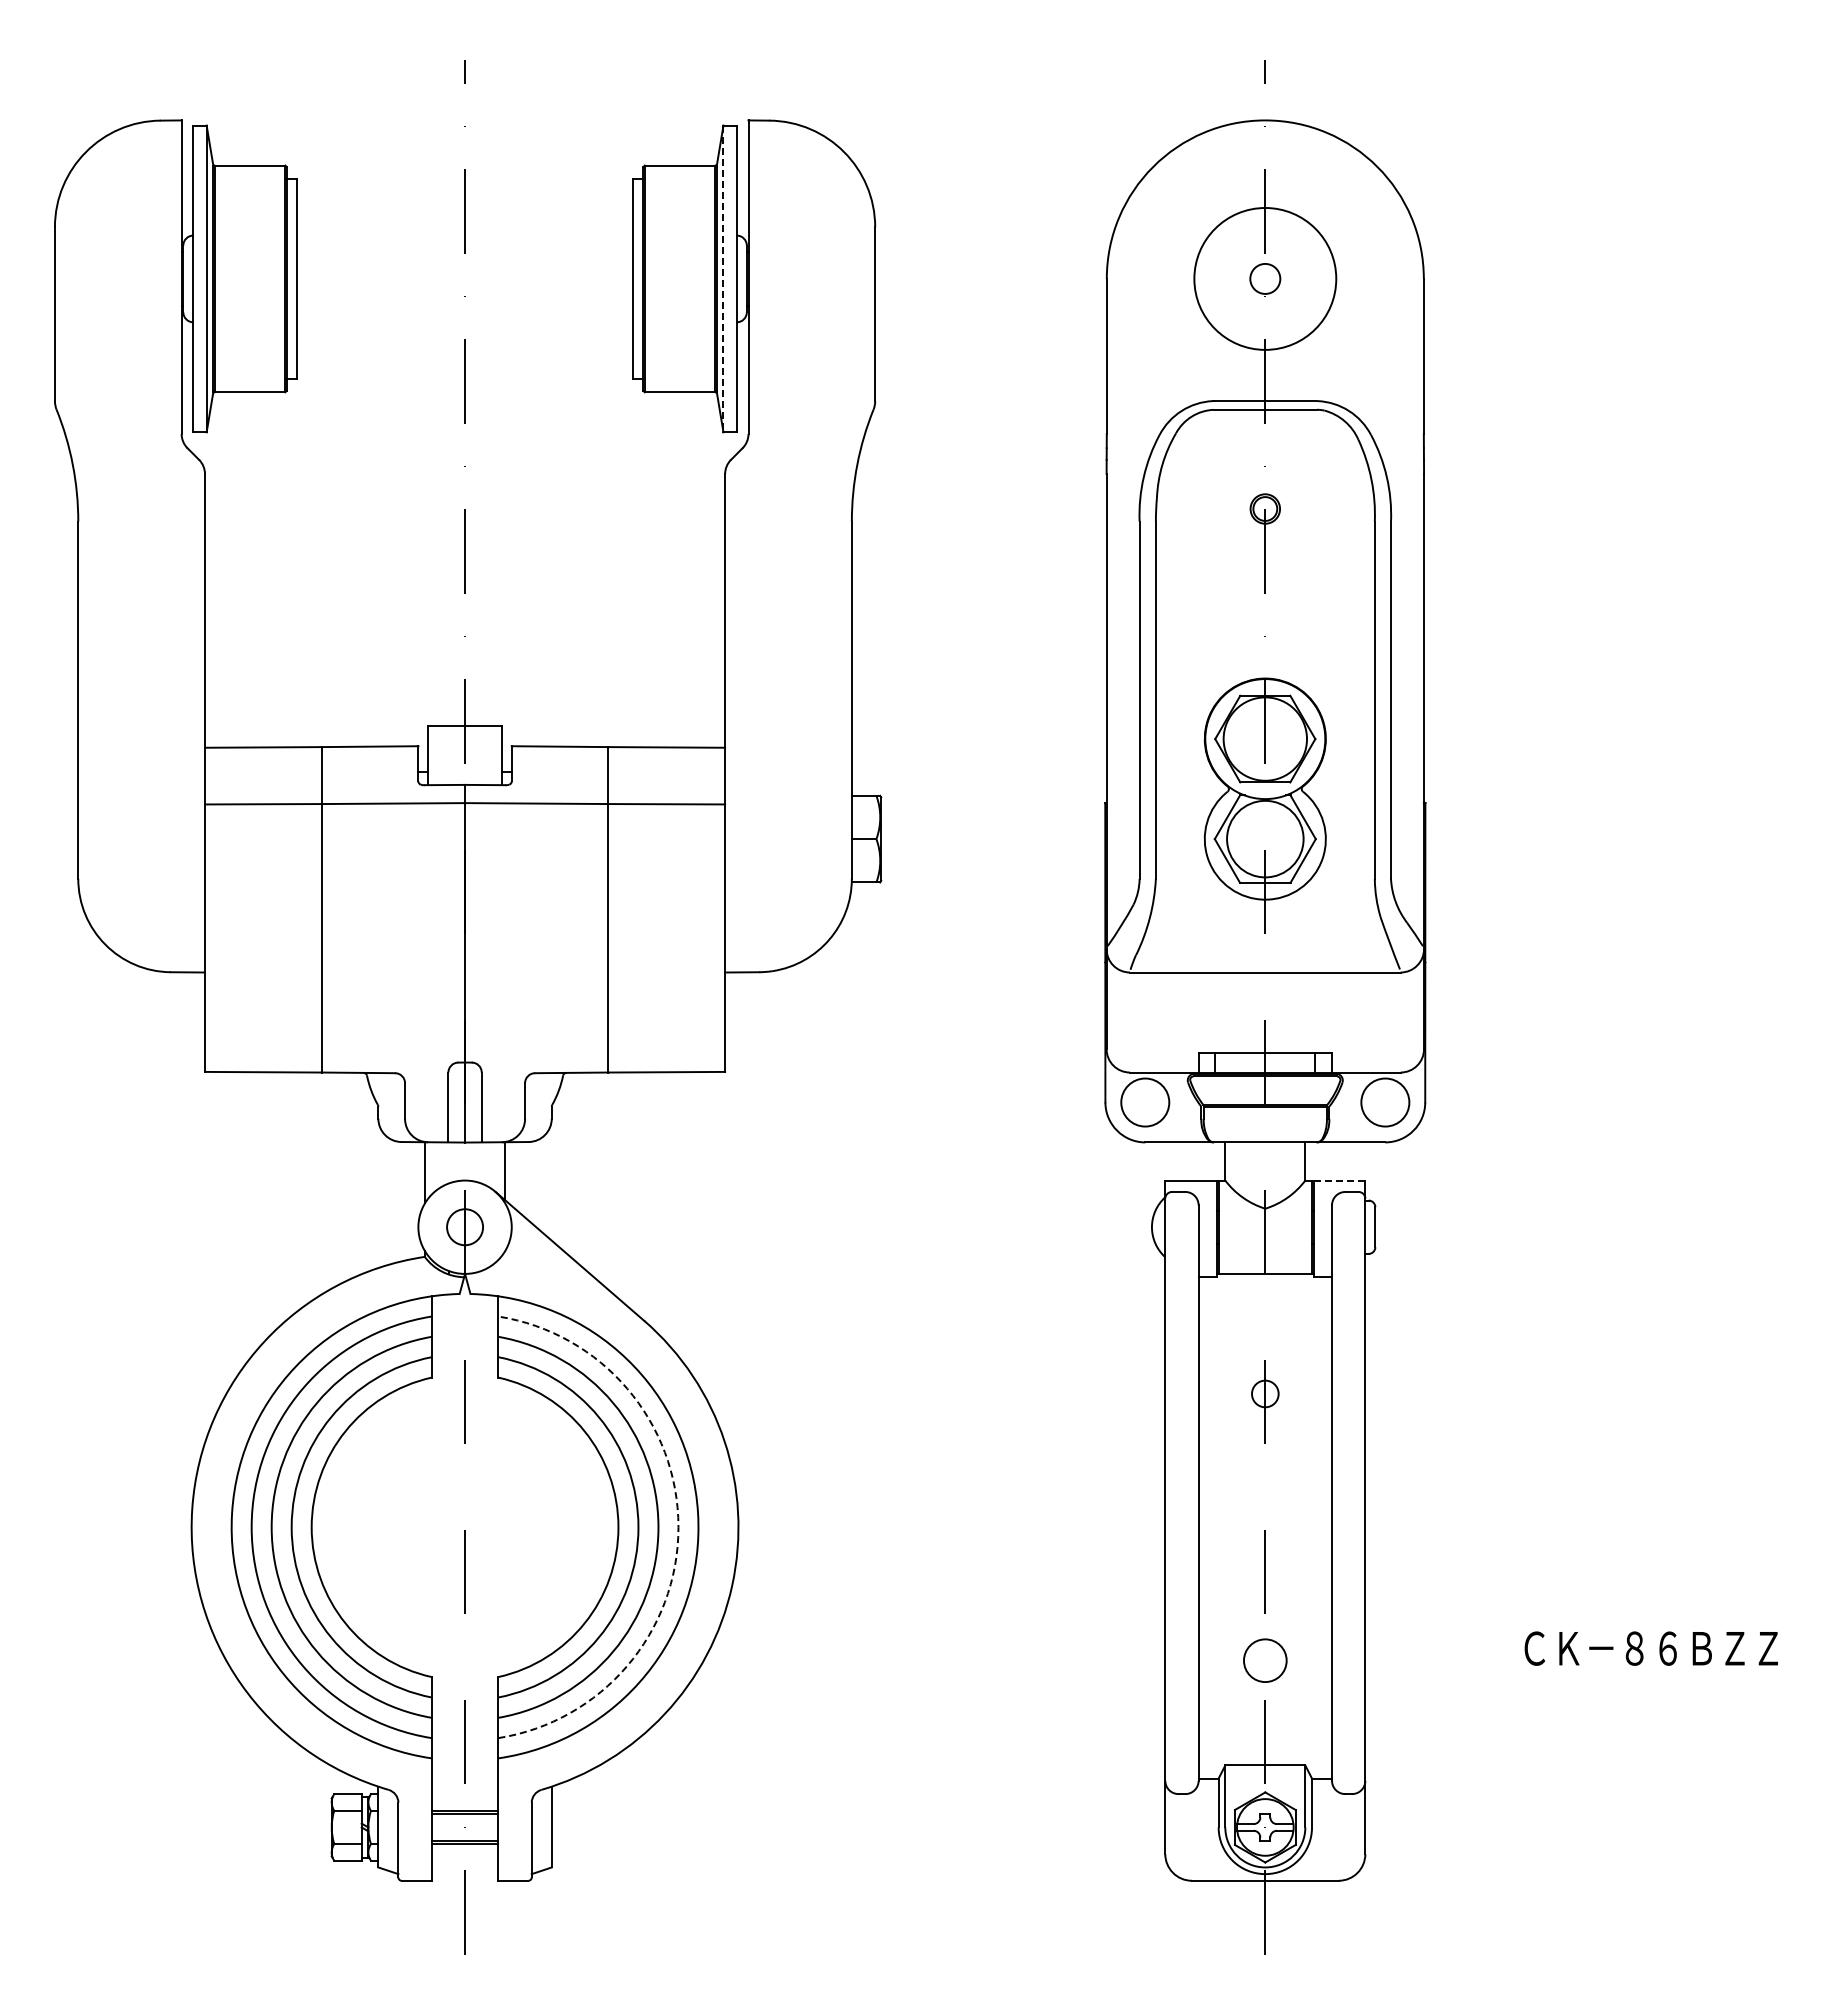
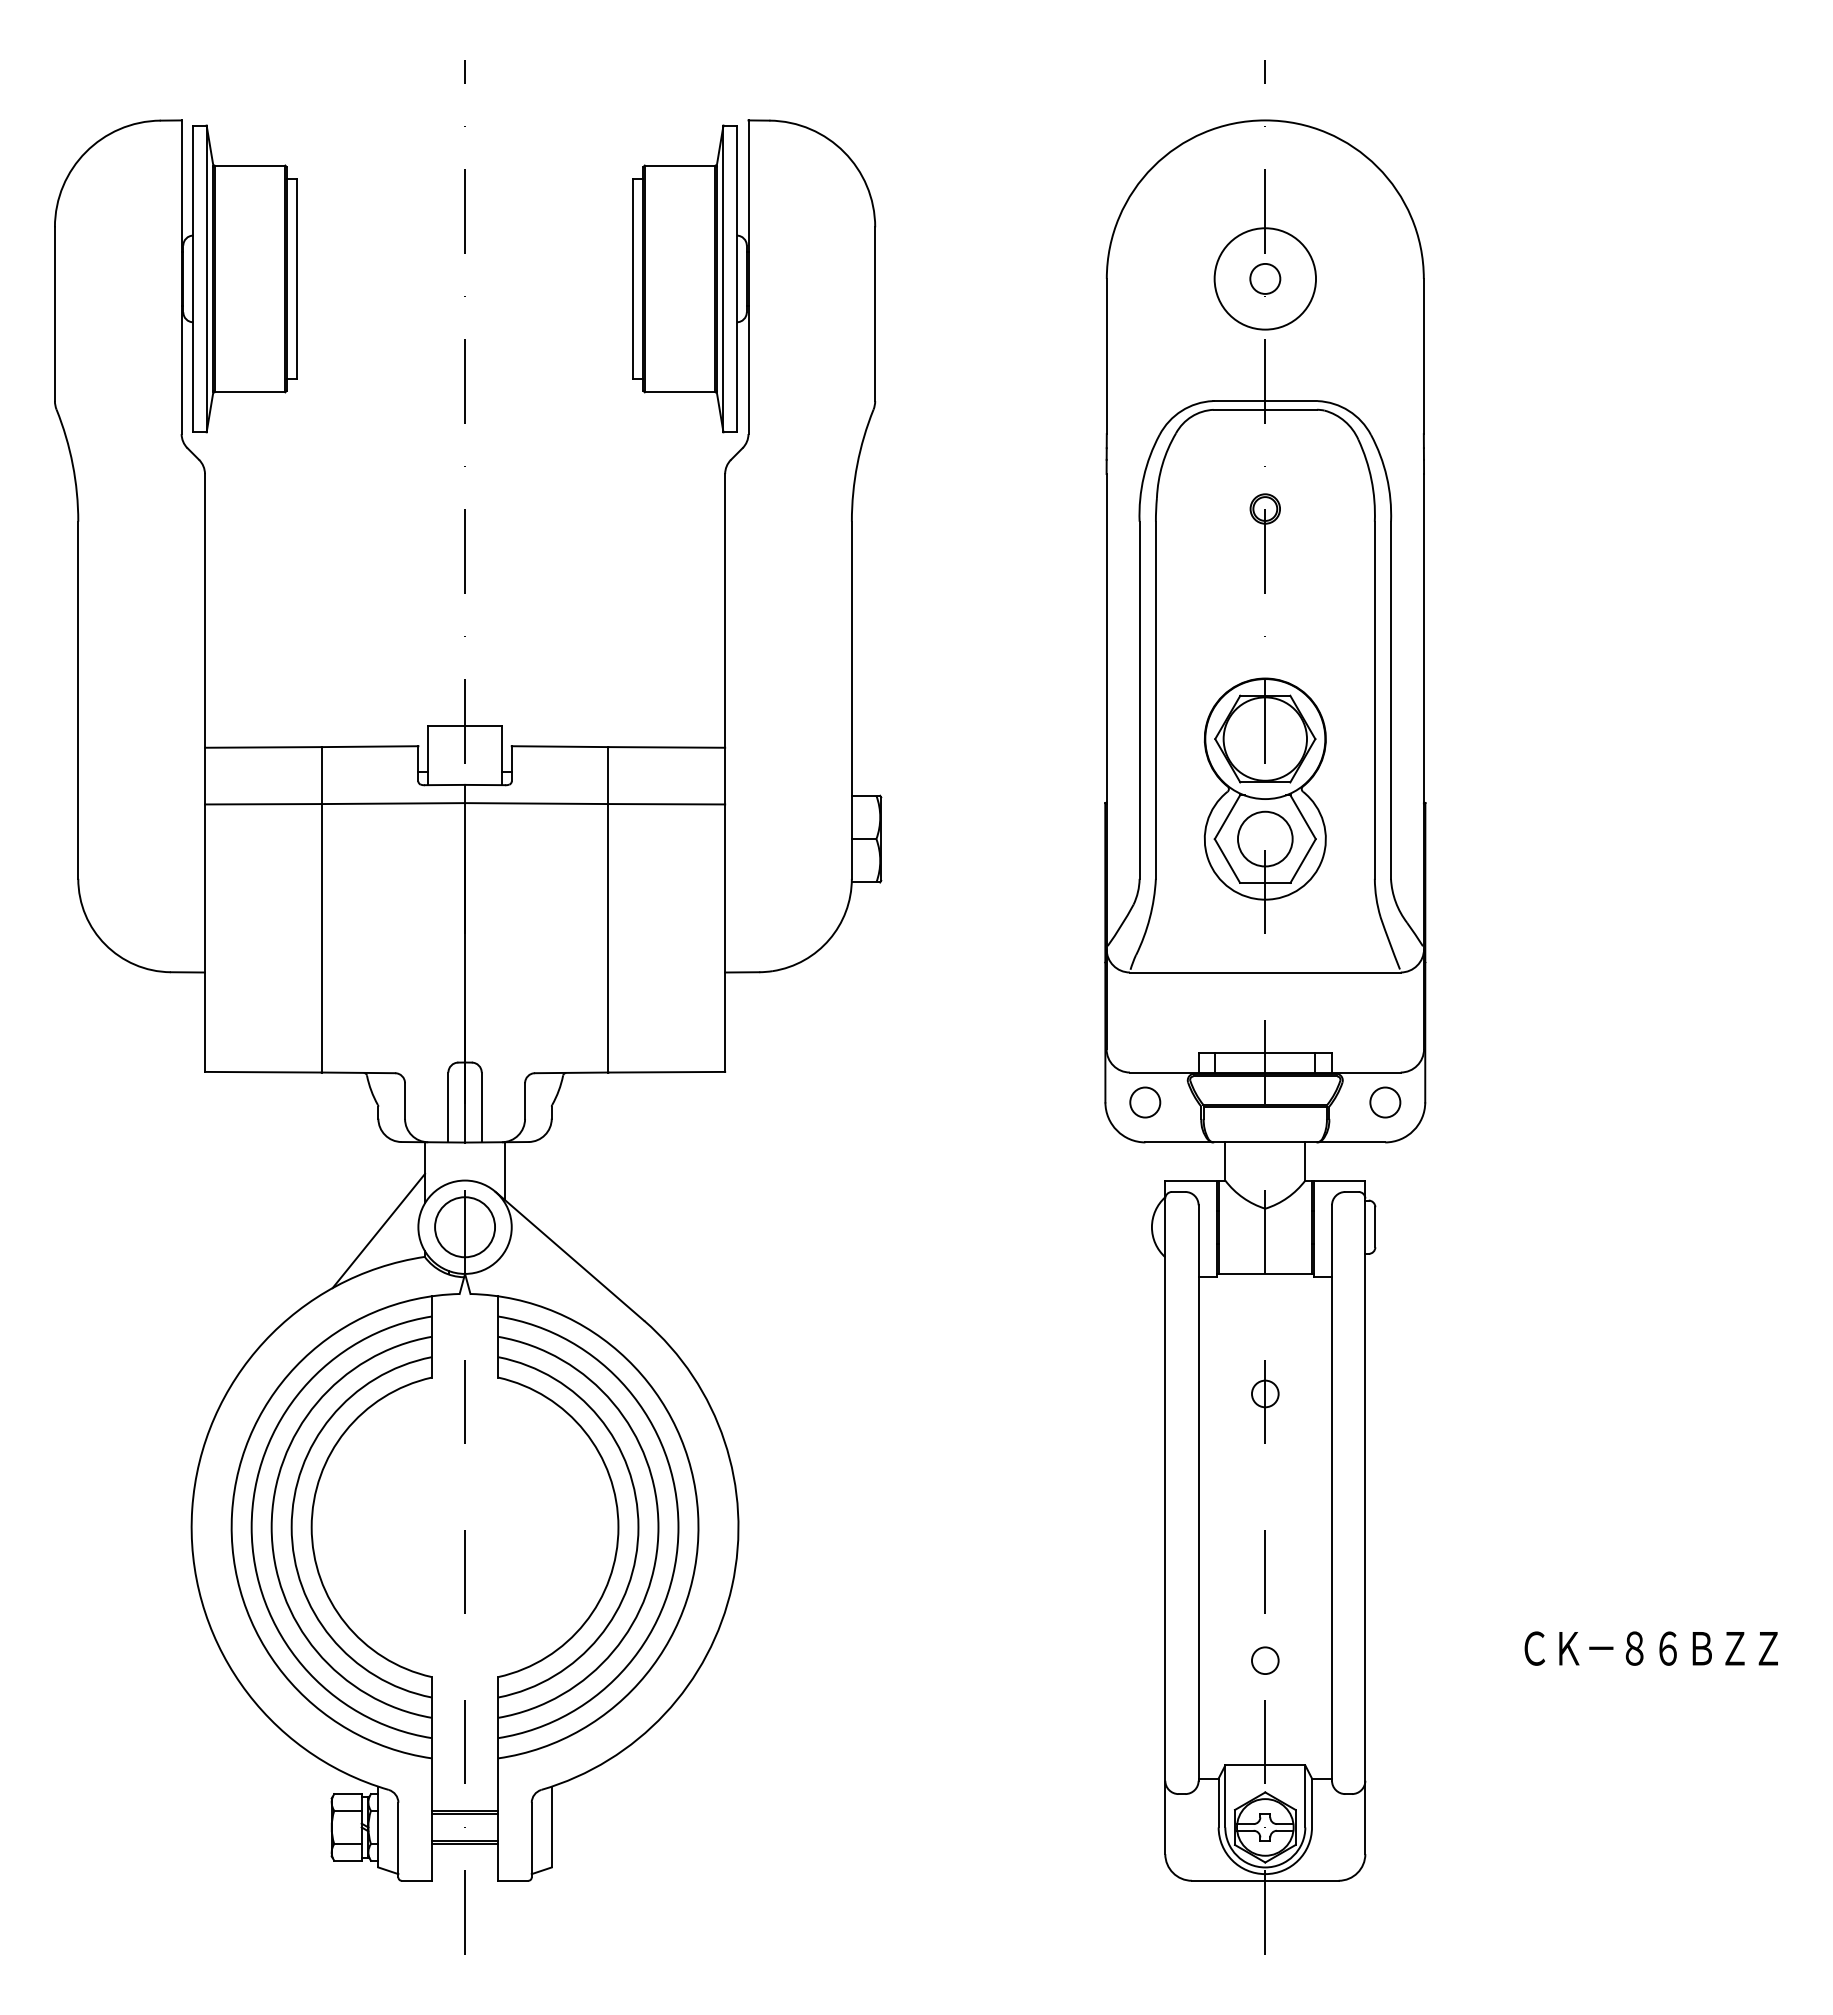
circle at (1265, 278) diameter: 142 px -> 101 px
line at (723, 279): dashed -> solid
circle at (1265, 838) diameter: 77 px -> 55 px
circle at (1145, 1102) diameter: 48 px -> 30 px
circle at (1385, 1102) diameter: 48 px -> 30 px
line at (1339, 1180): dashed -> solid
circle at (465, 1227) diameter: 36 px -> 60 px
line at (378, 1230): none -> present
arc at (678, 1527): dashed -> solid
circle at (1264, 1660) diameter: 43 px -> 27 px
